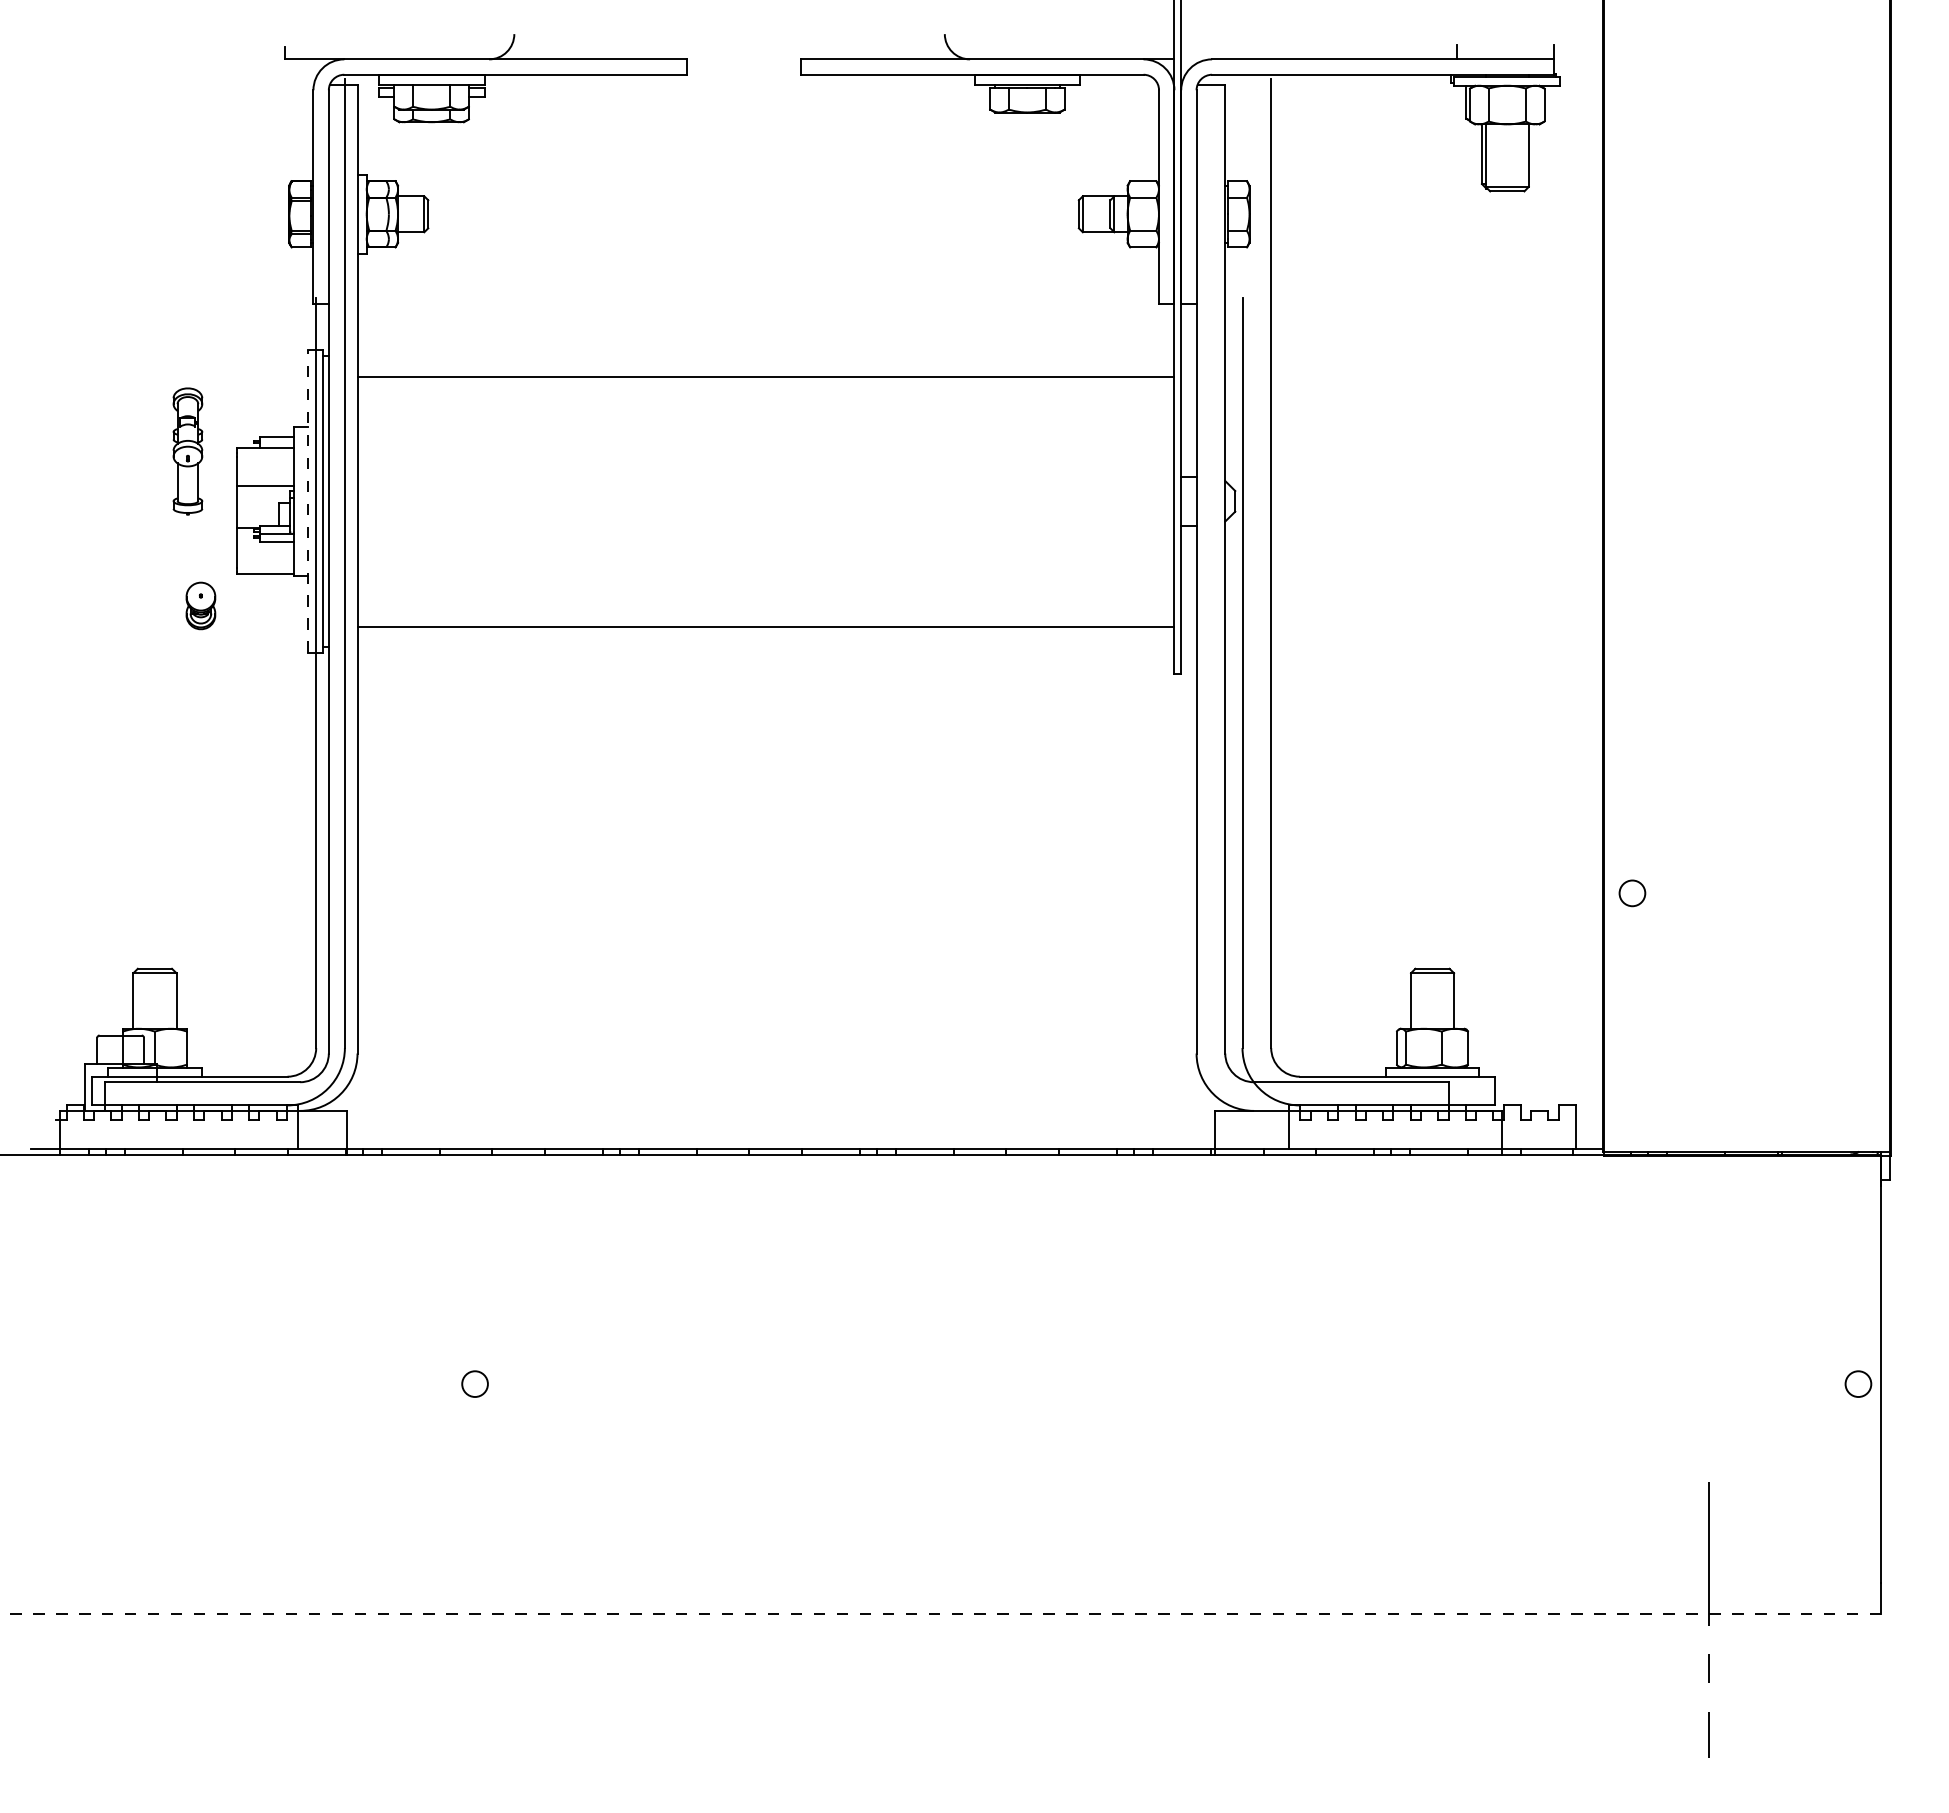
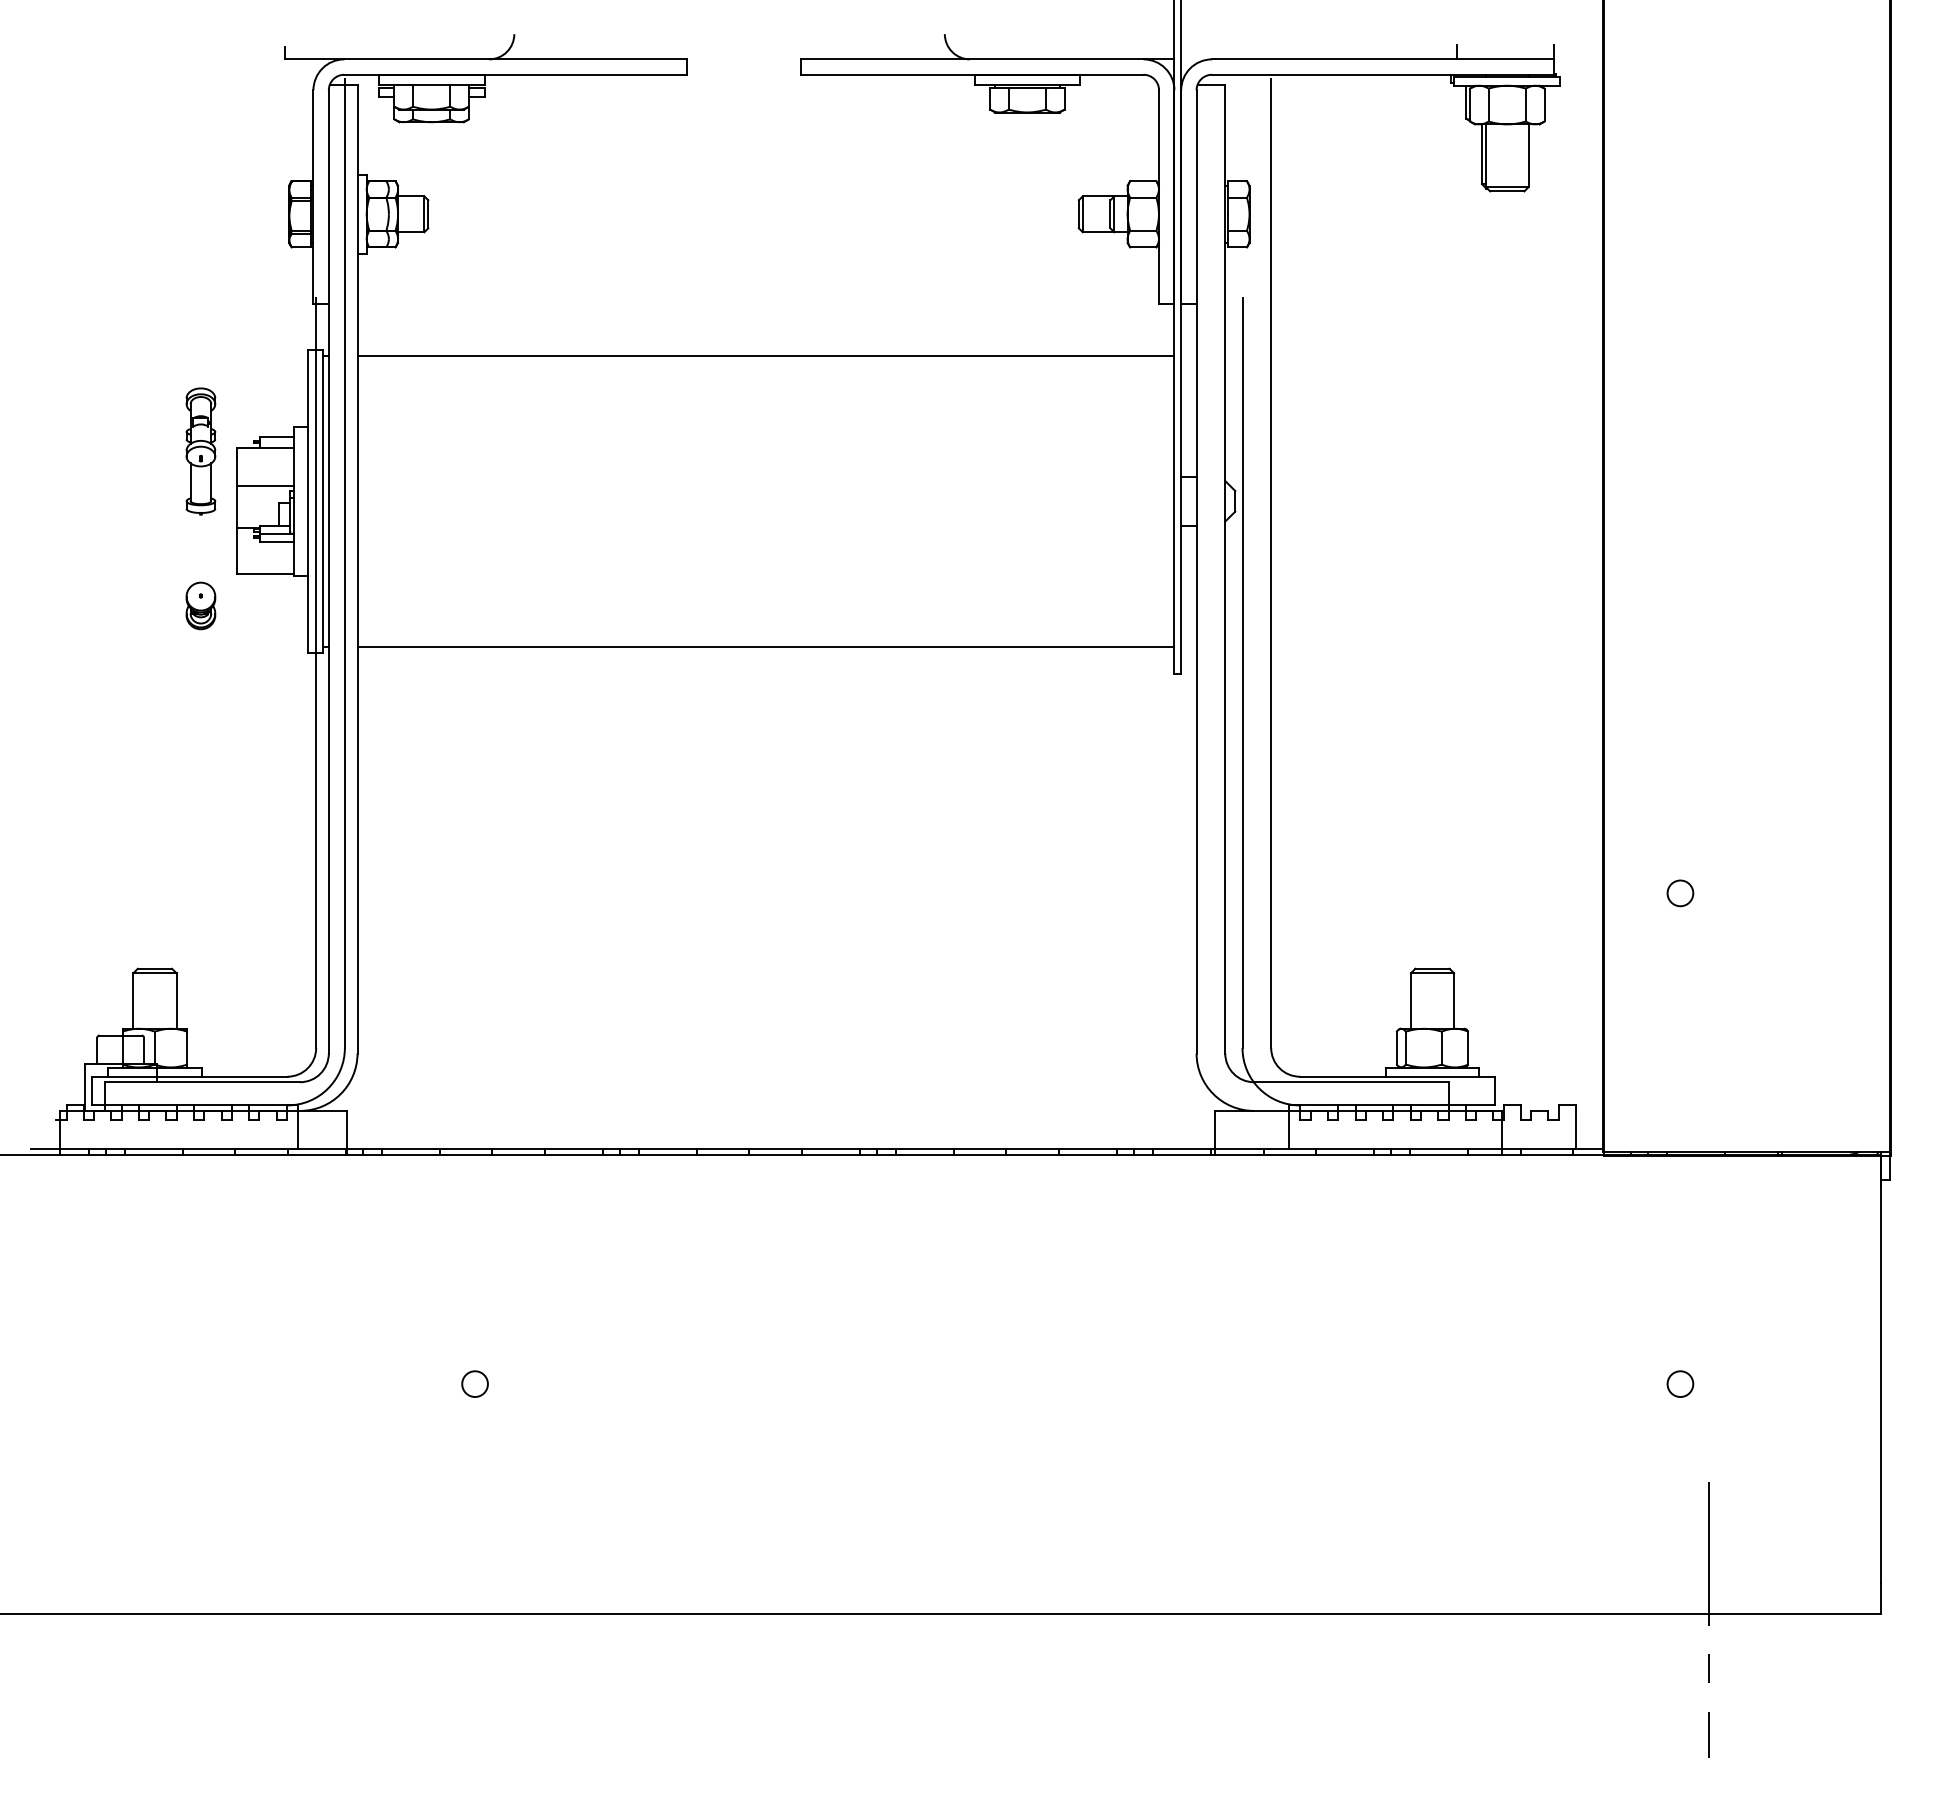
line at (765, 377) position: (765, 377) -> (765, 356)
part at (187, 451) position: (187, 451) -> (200, 451)
line at (308, 501): dashed -> solid
line at (765, 626) position: (765, 626) -> (765, 646)
circle at (1632, 893) position: (1632, 893) -> (1680, 893)
circle at (1858, 1383) position: (1858, 1383) -> (1680, 1383)
line at (941, 1613): dashed -> solid
